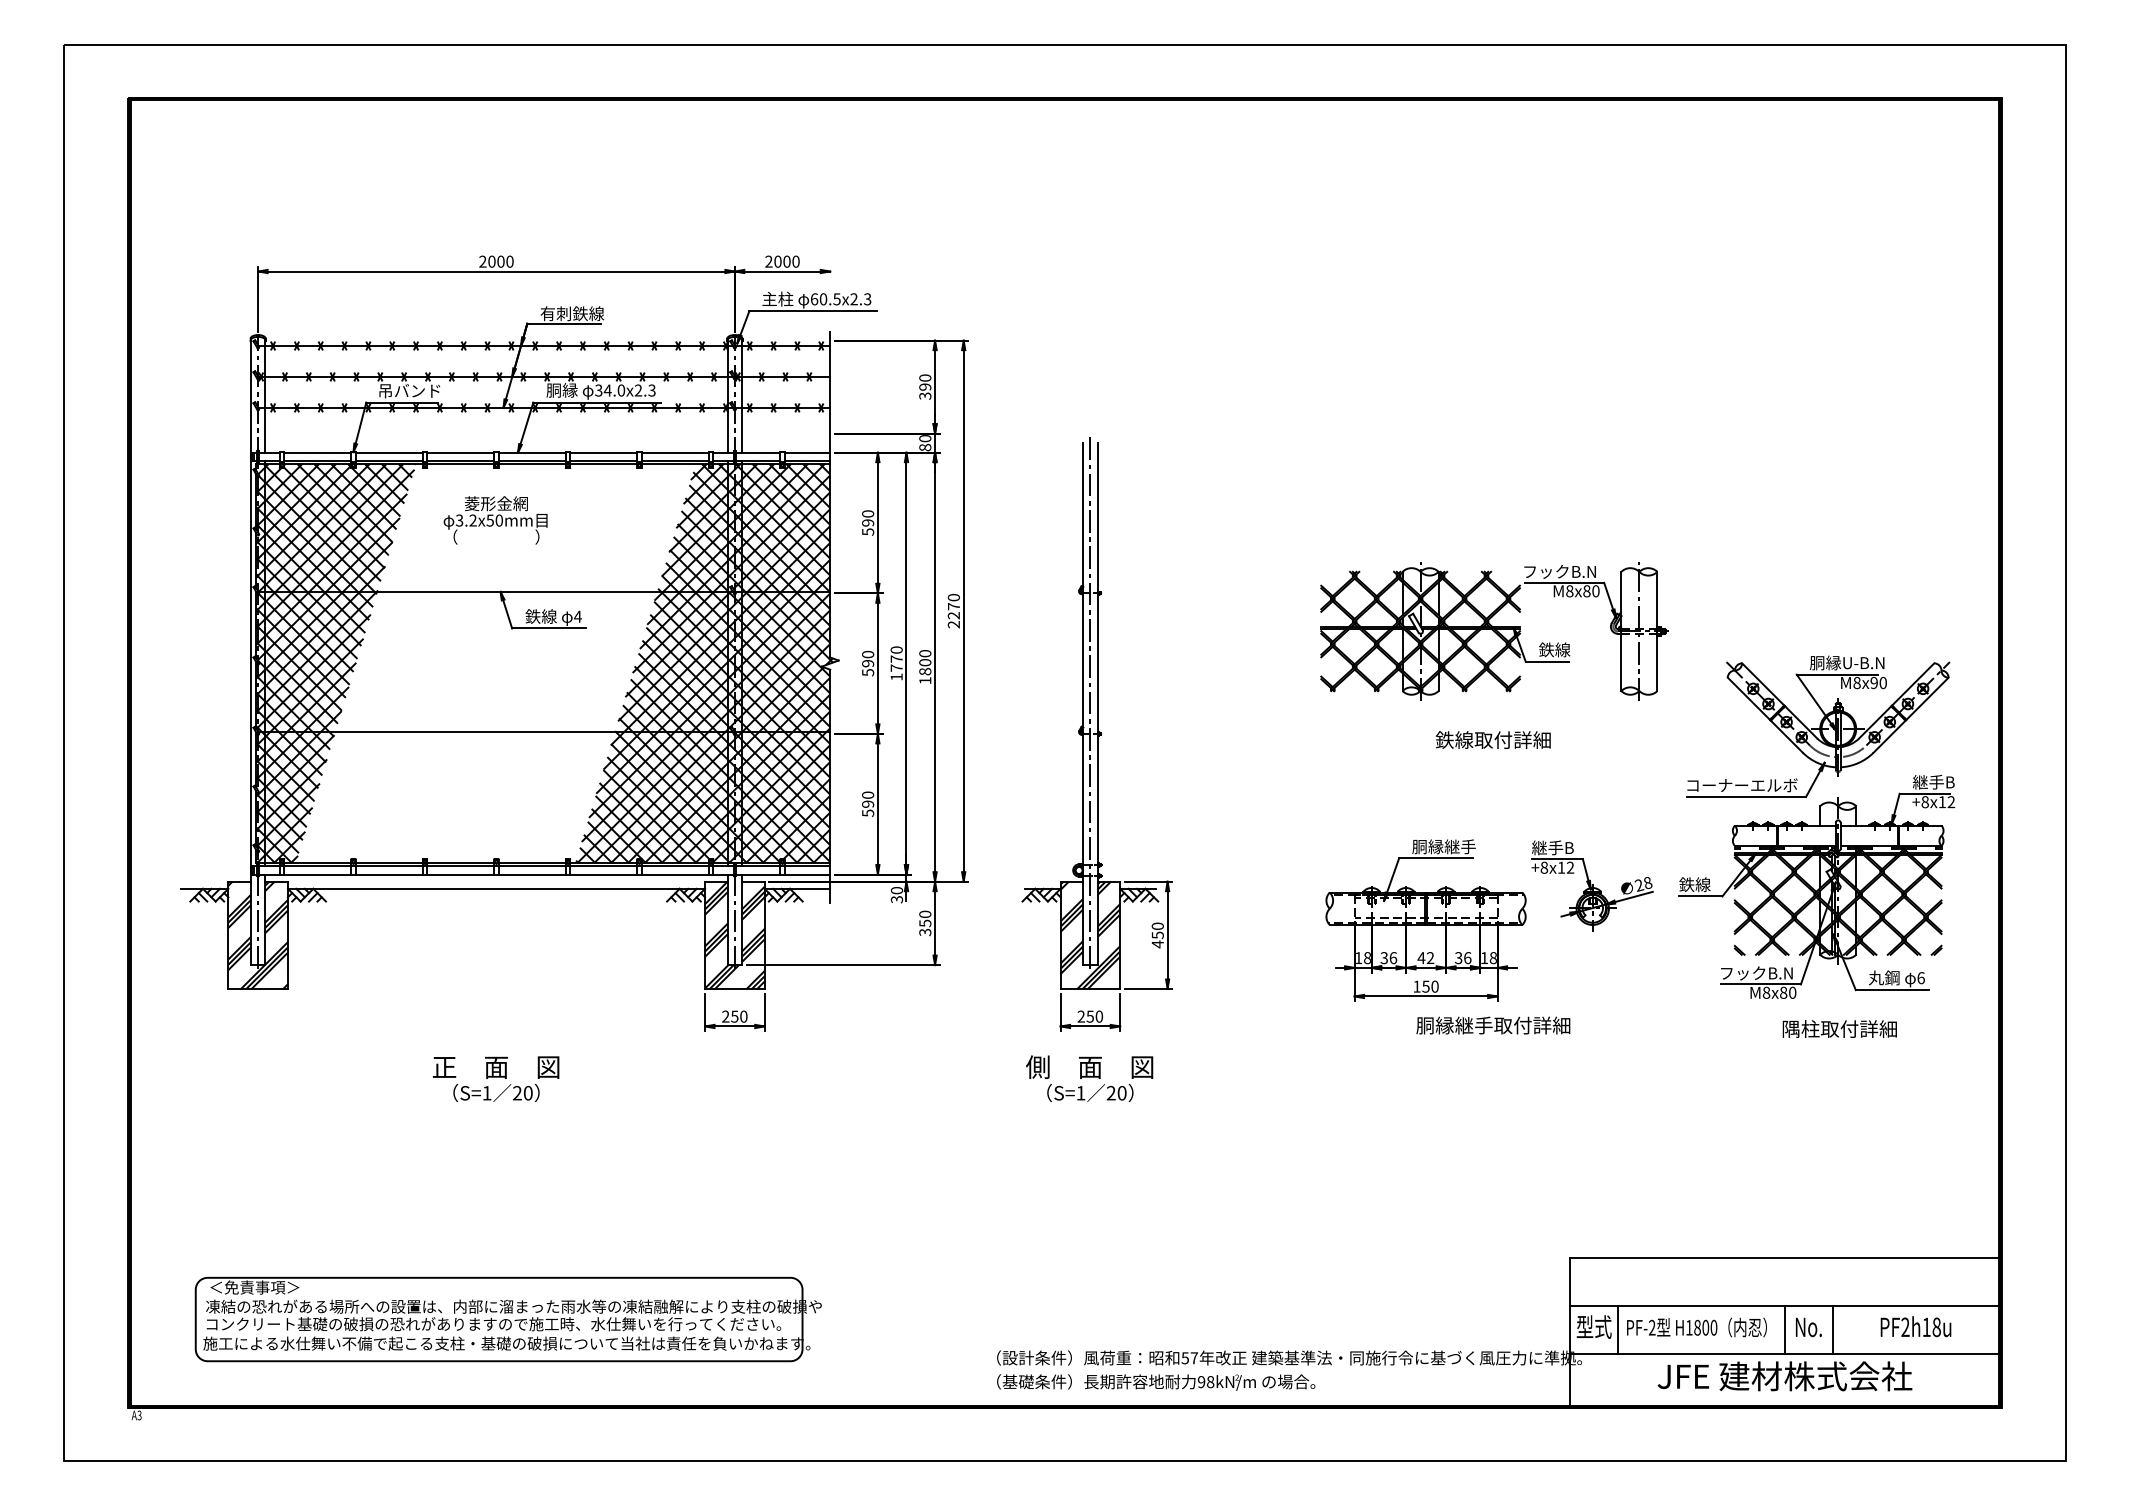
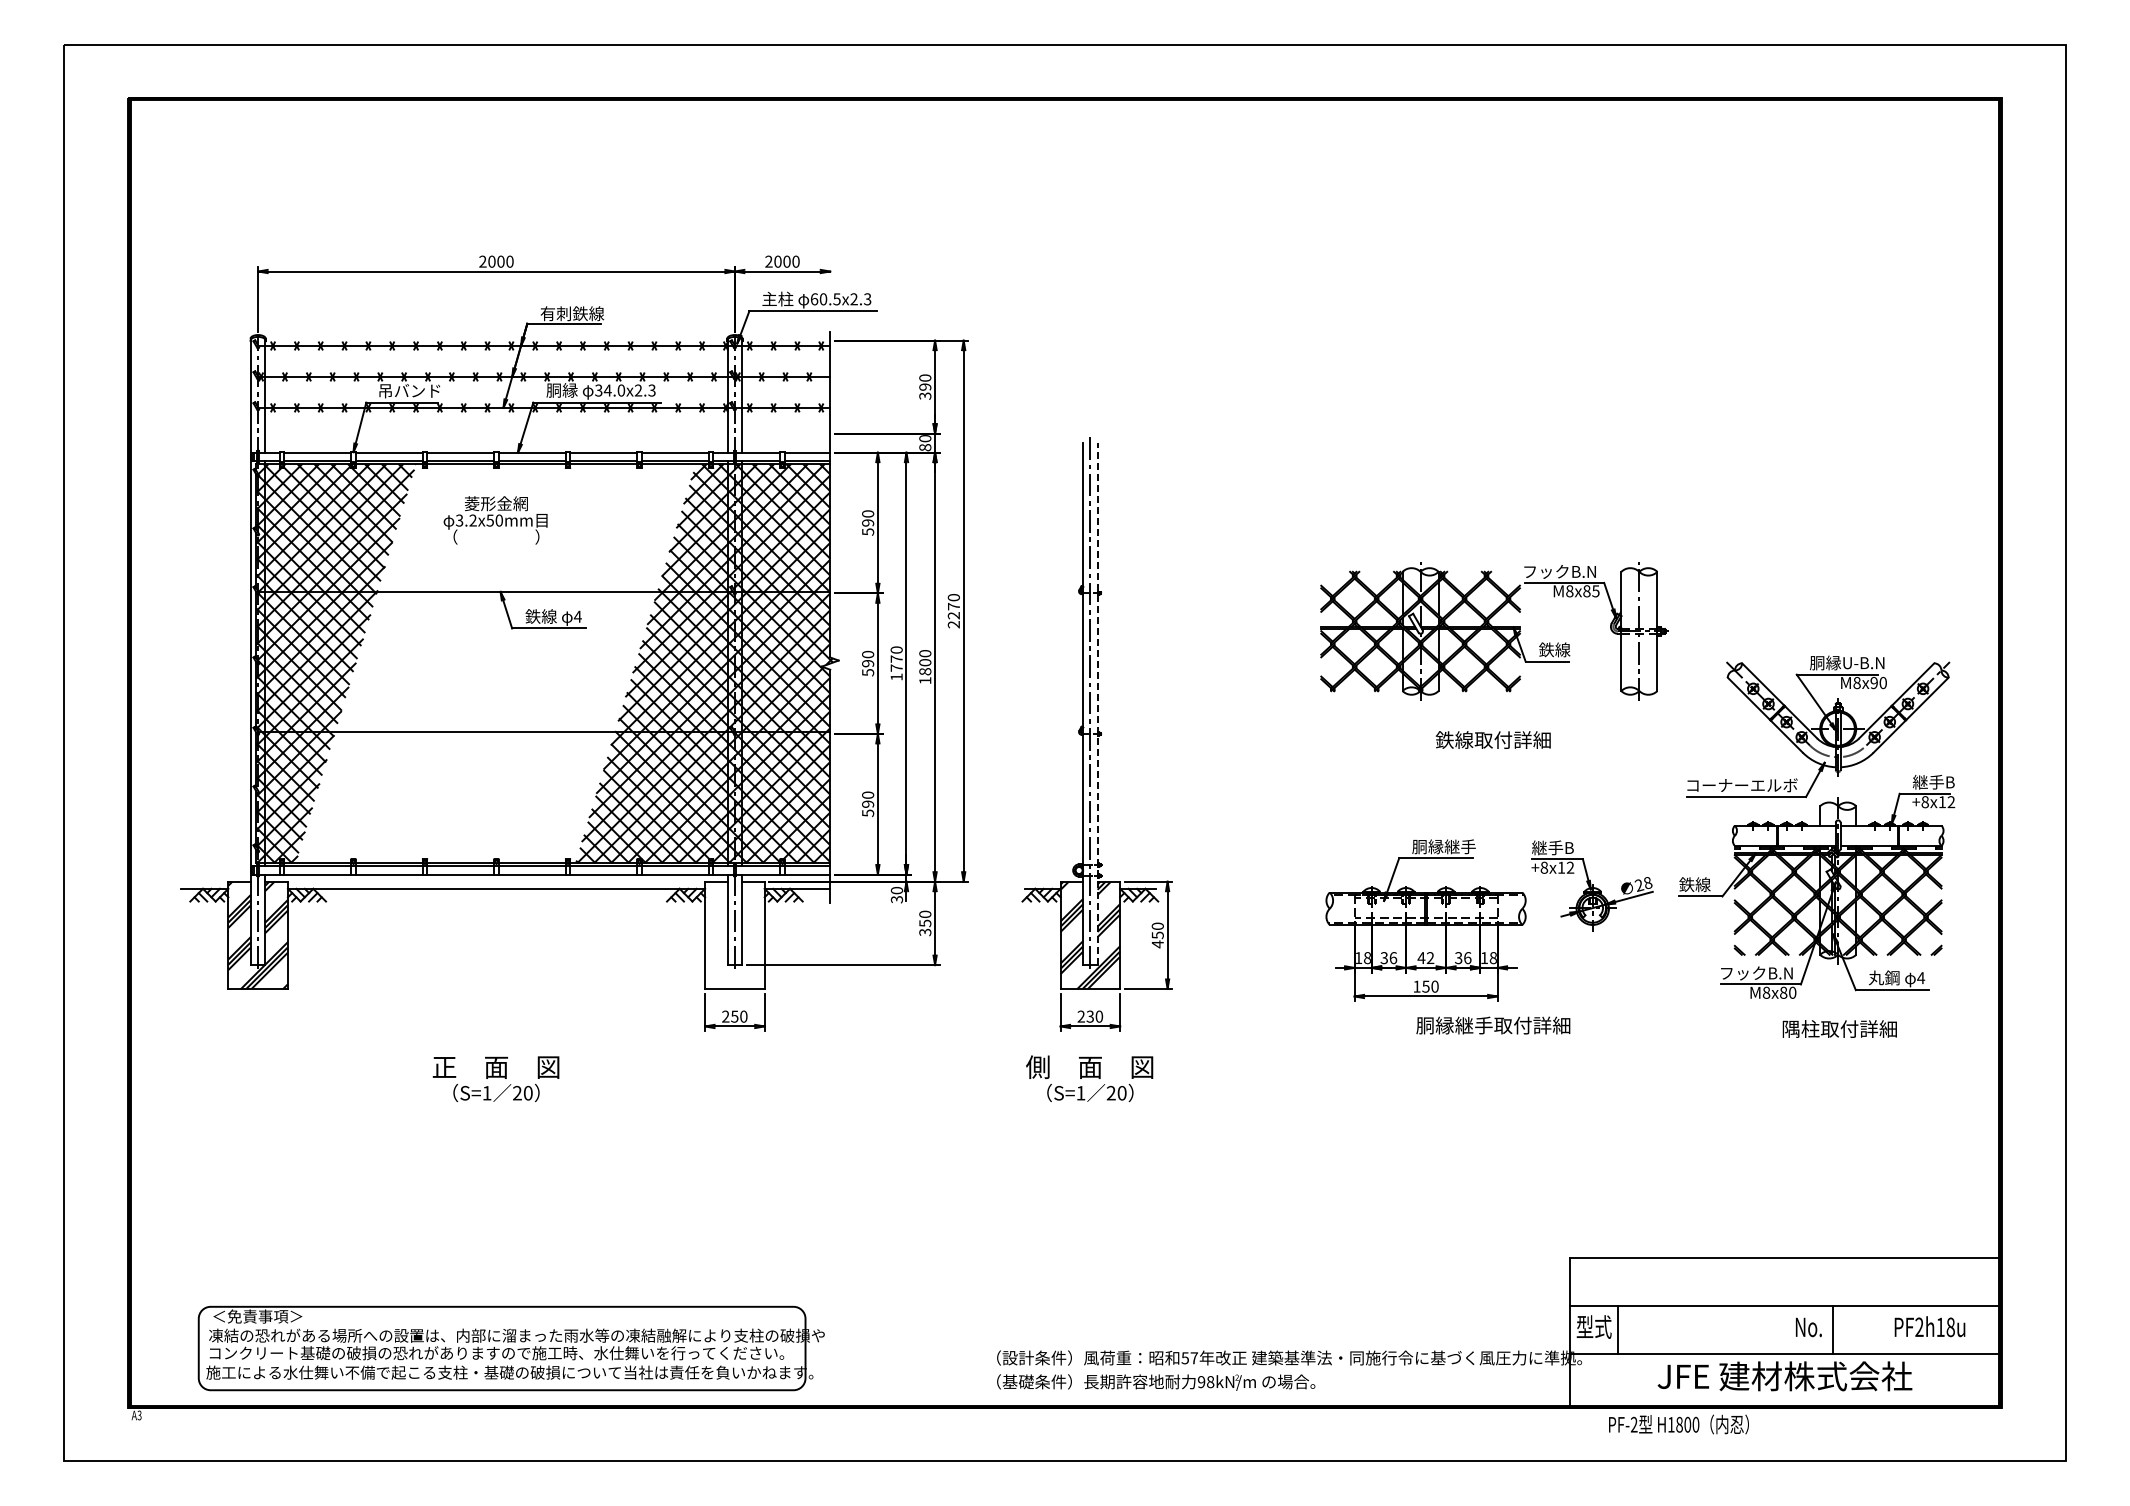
text at (1595, 591): M8x80 -> M8x85
line at (1097, 704): solid -> dashed
hatch at (734, 934): present -> none
text at (1921, 978): 6 -> 4
text at (1090, 1015): 250 -> 230
part at (507, 1319) position: (507, 1319) -> (510, 1348)
text at (1915, 1326) position: (1915, 1326) -> (1929, 1326)
text at (1696, 1327) position: (1696, 1327) -> (1678, 1424)
line at (1784, 1329): present -> none
